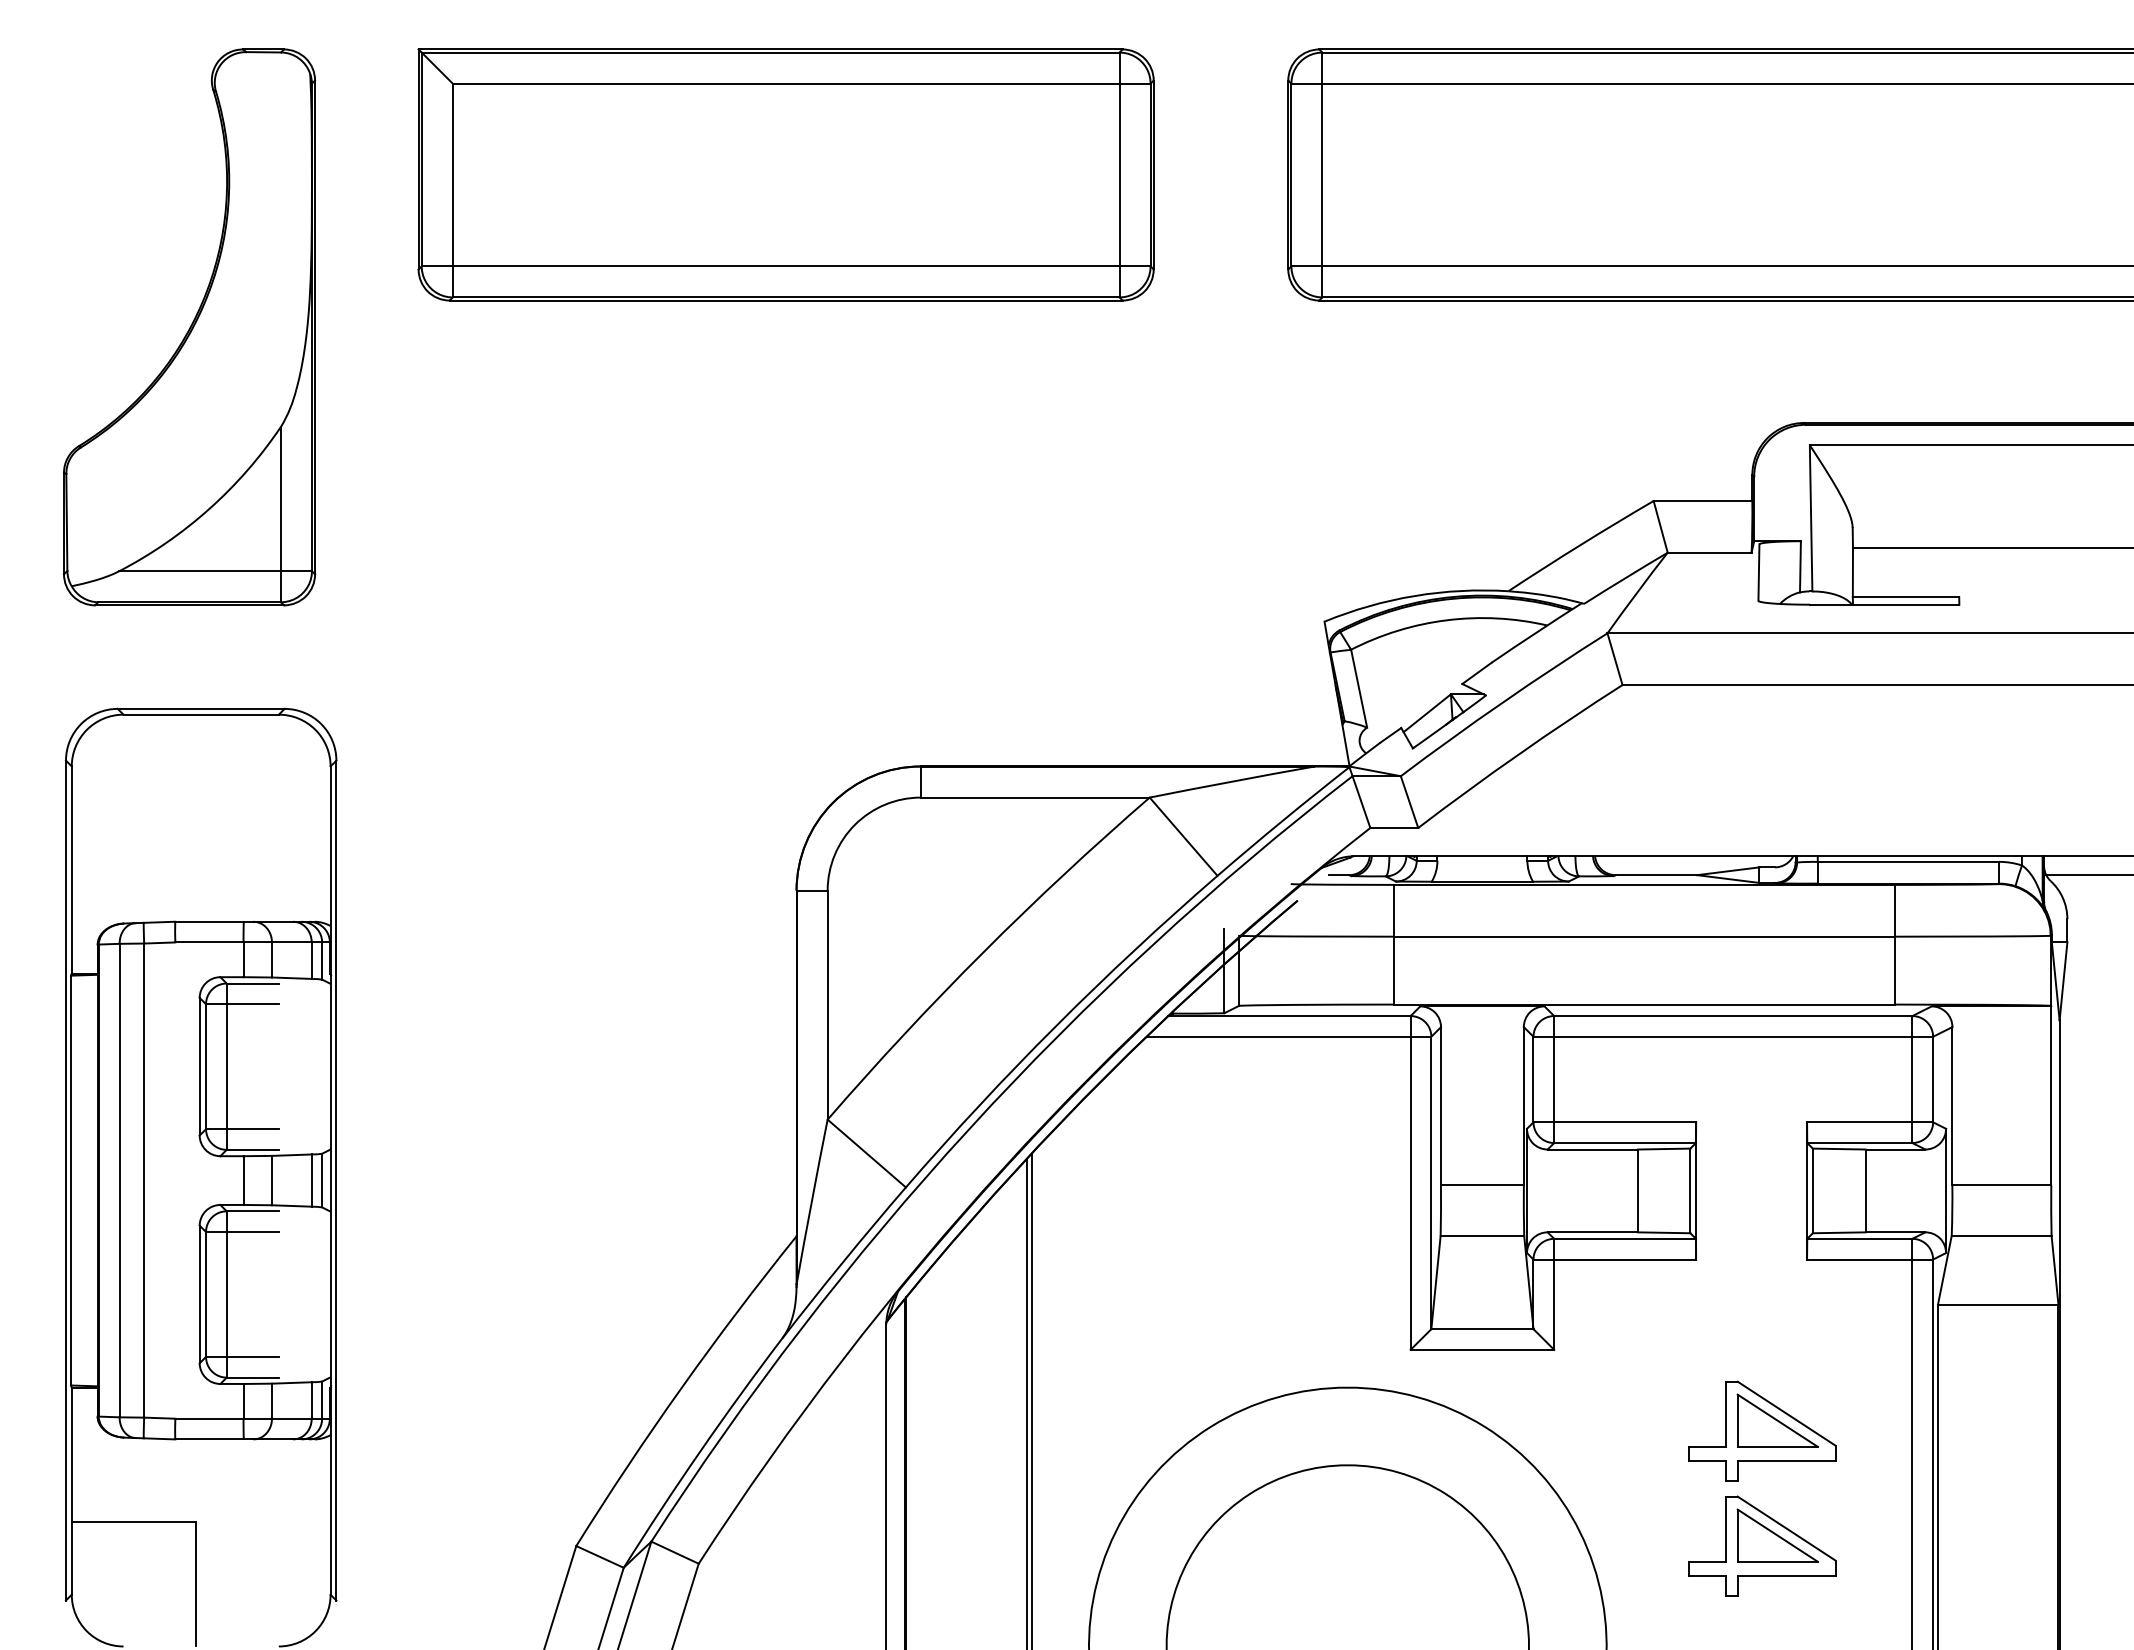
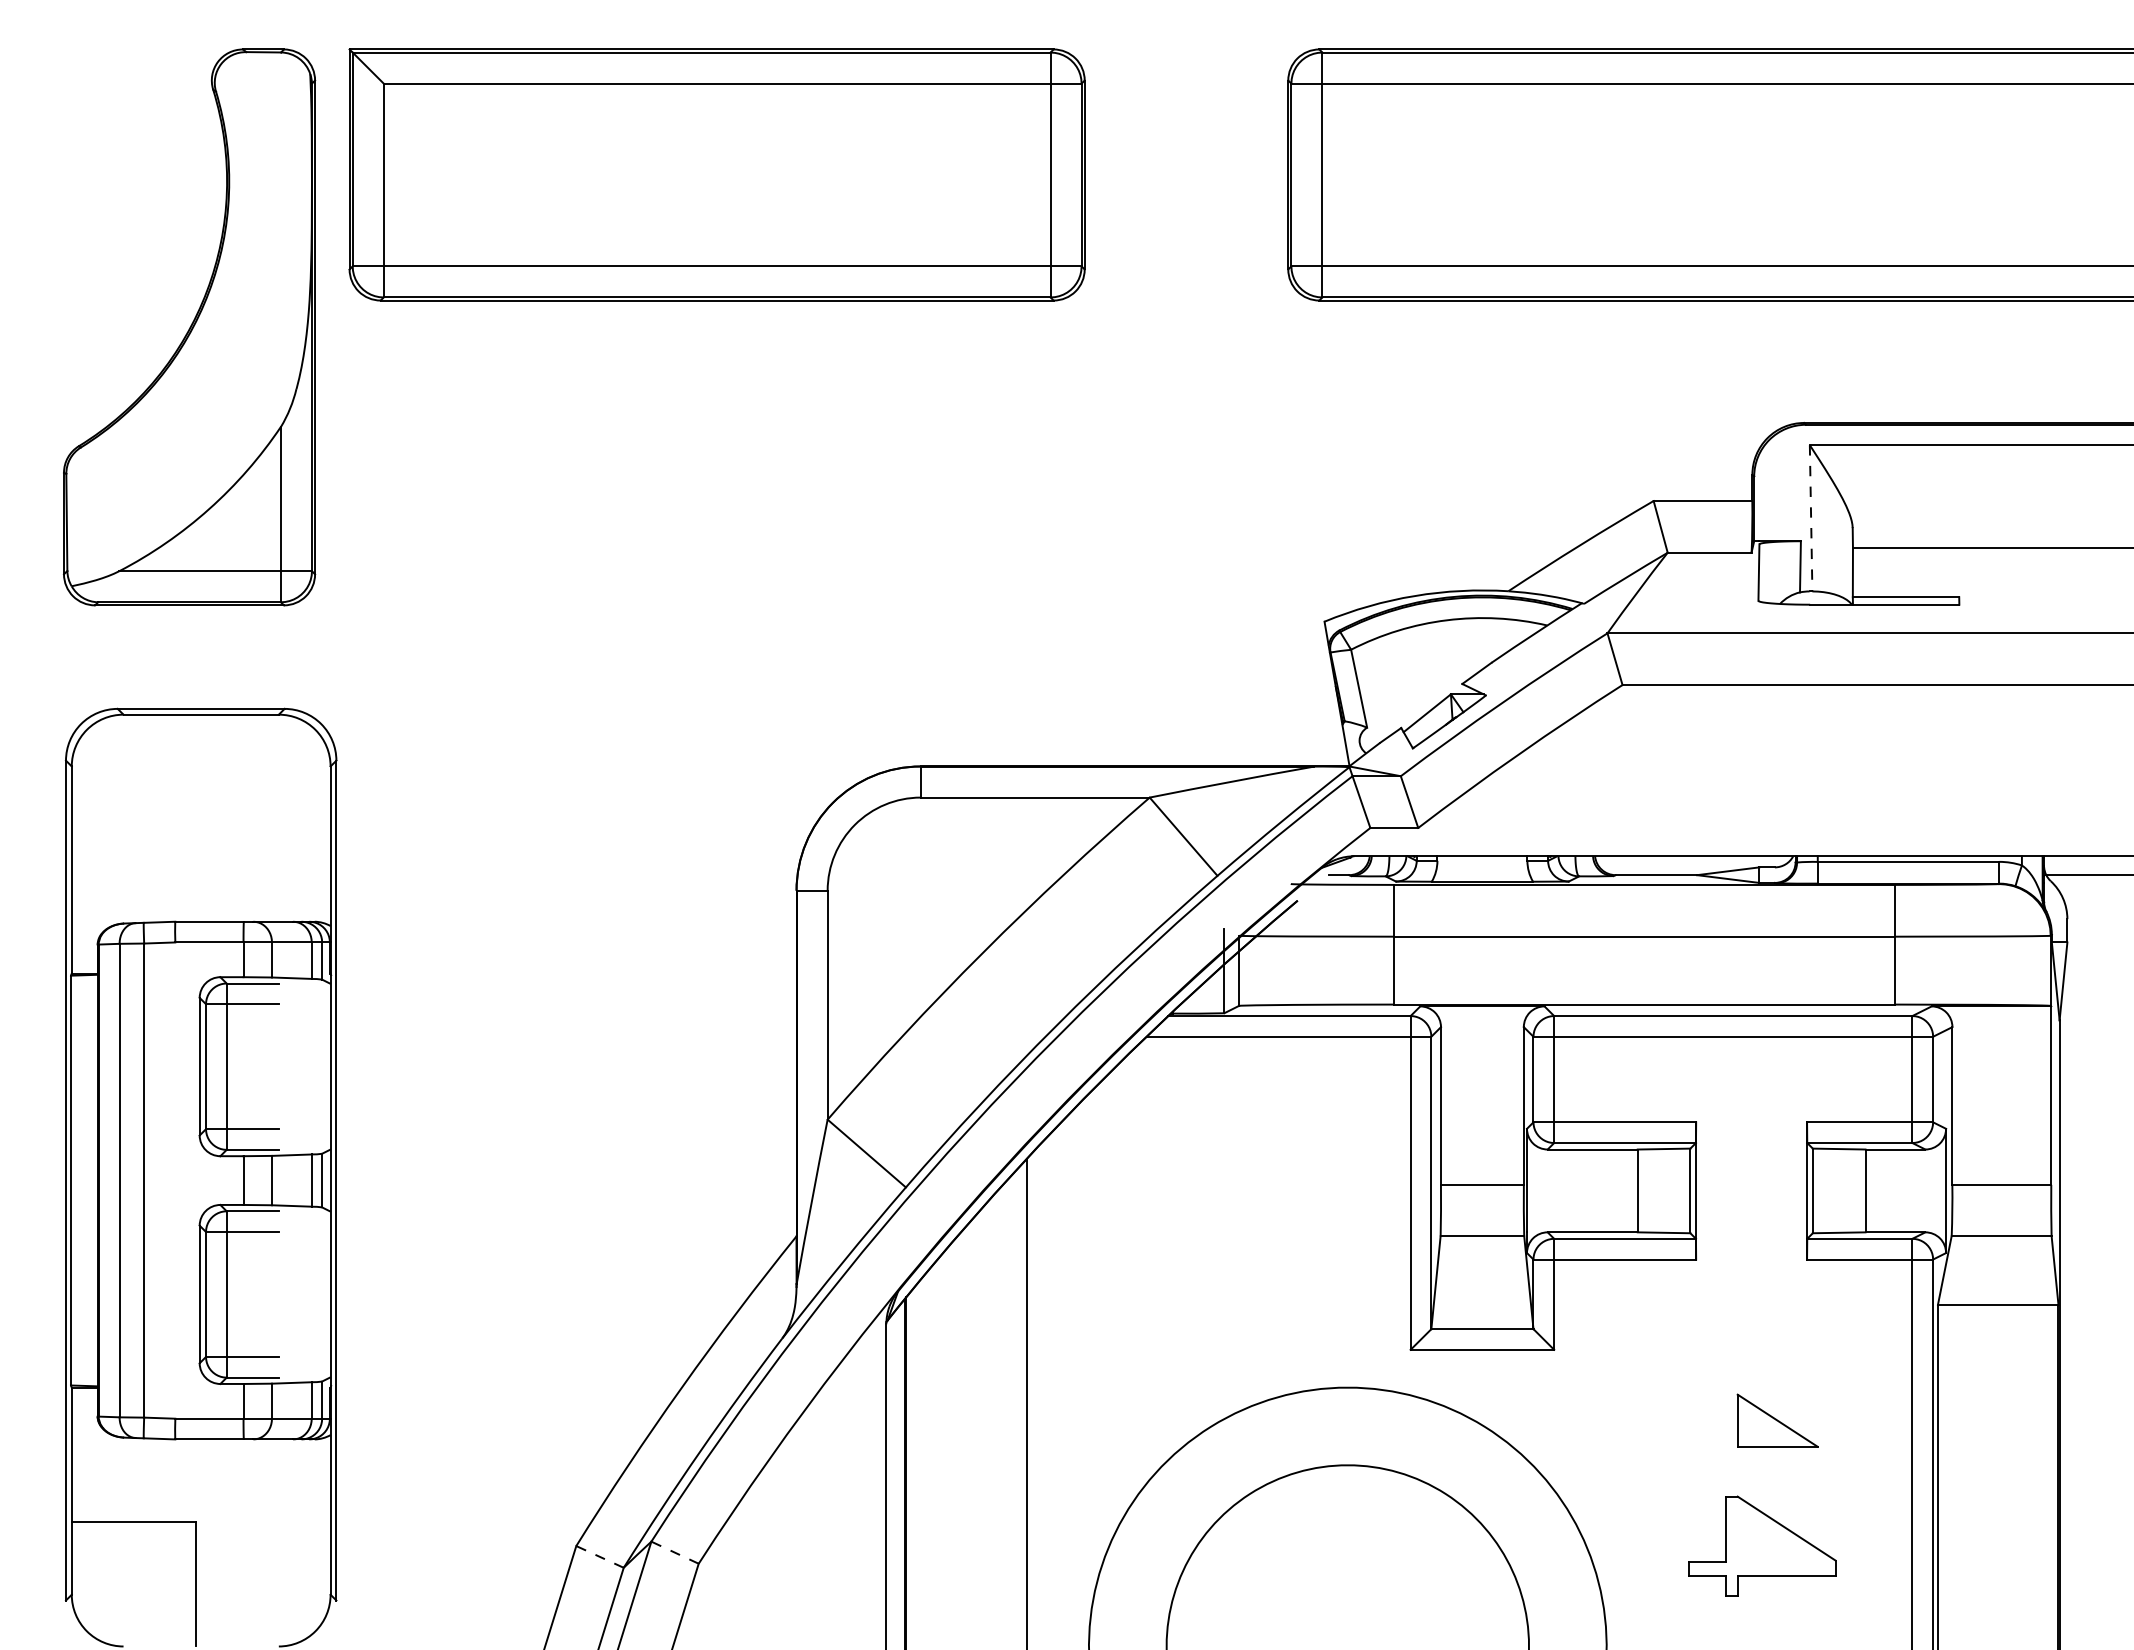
part at (785, 174) position: (785, 174) -> (716, 174)
line at (1811, 518): solid -> dashed
line at (1031, 1399): present -> none
part at (1762, 1430): present -> none
part at (1777, 1535): present -> none
line at (674, 1552): solid -> dashed
line at (599, 1556): solid -> dashed
